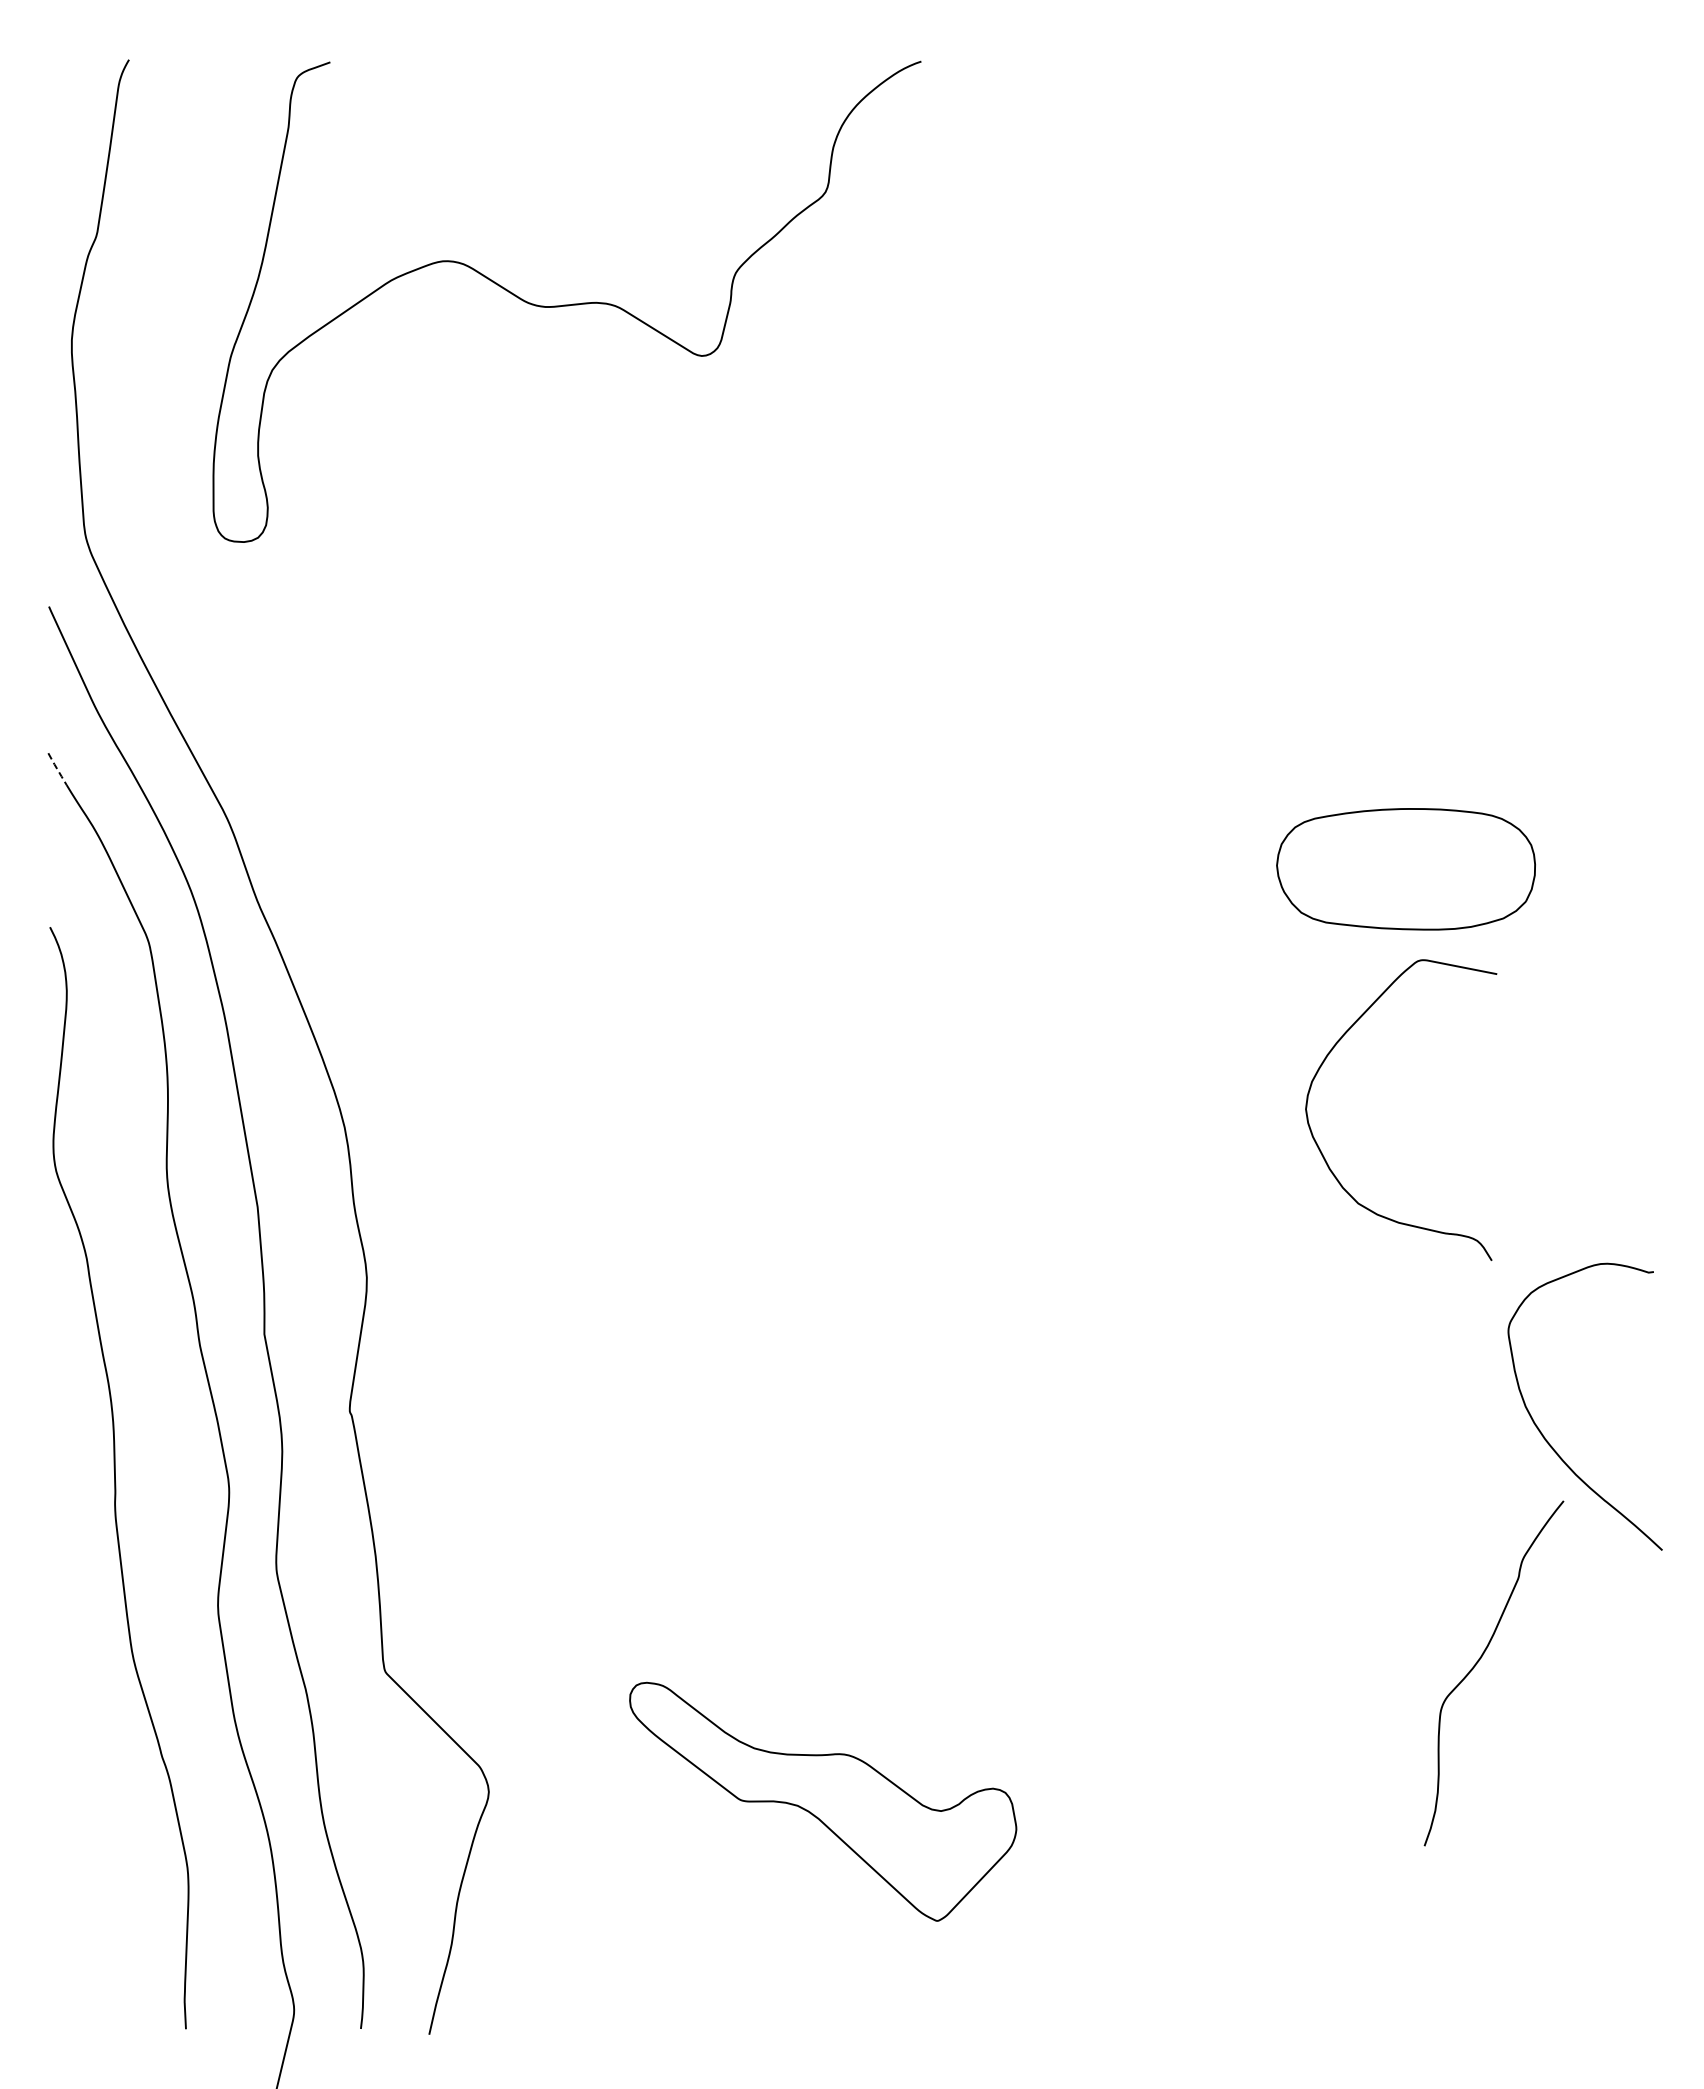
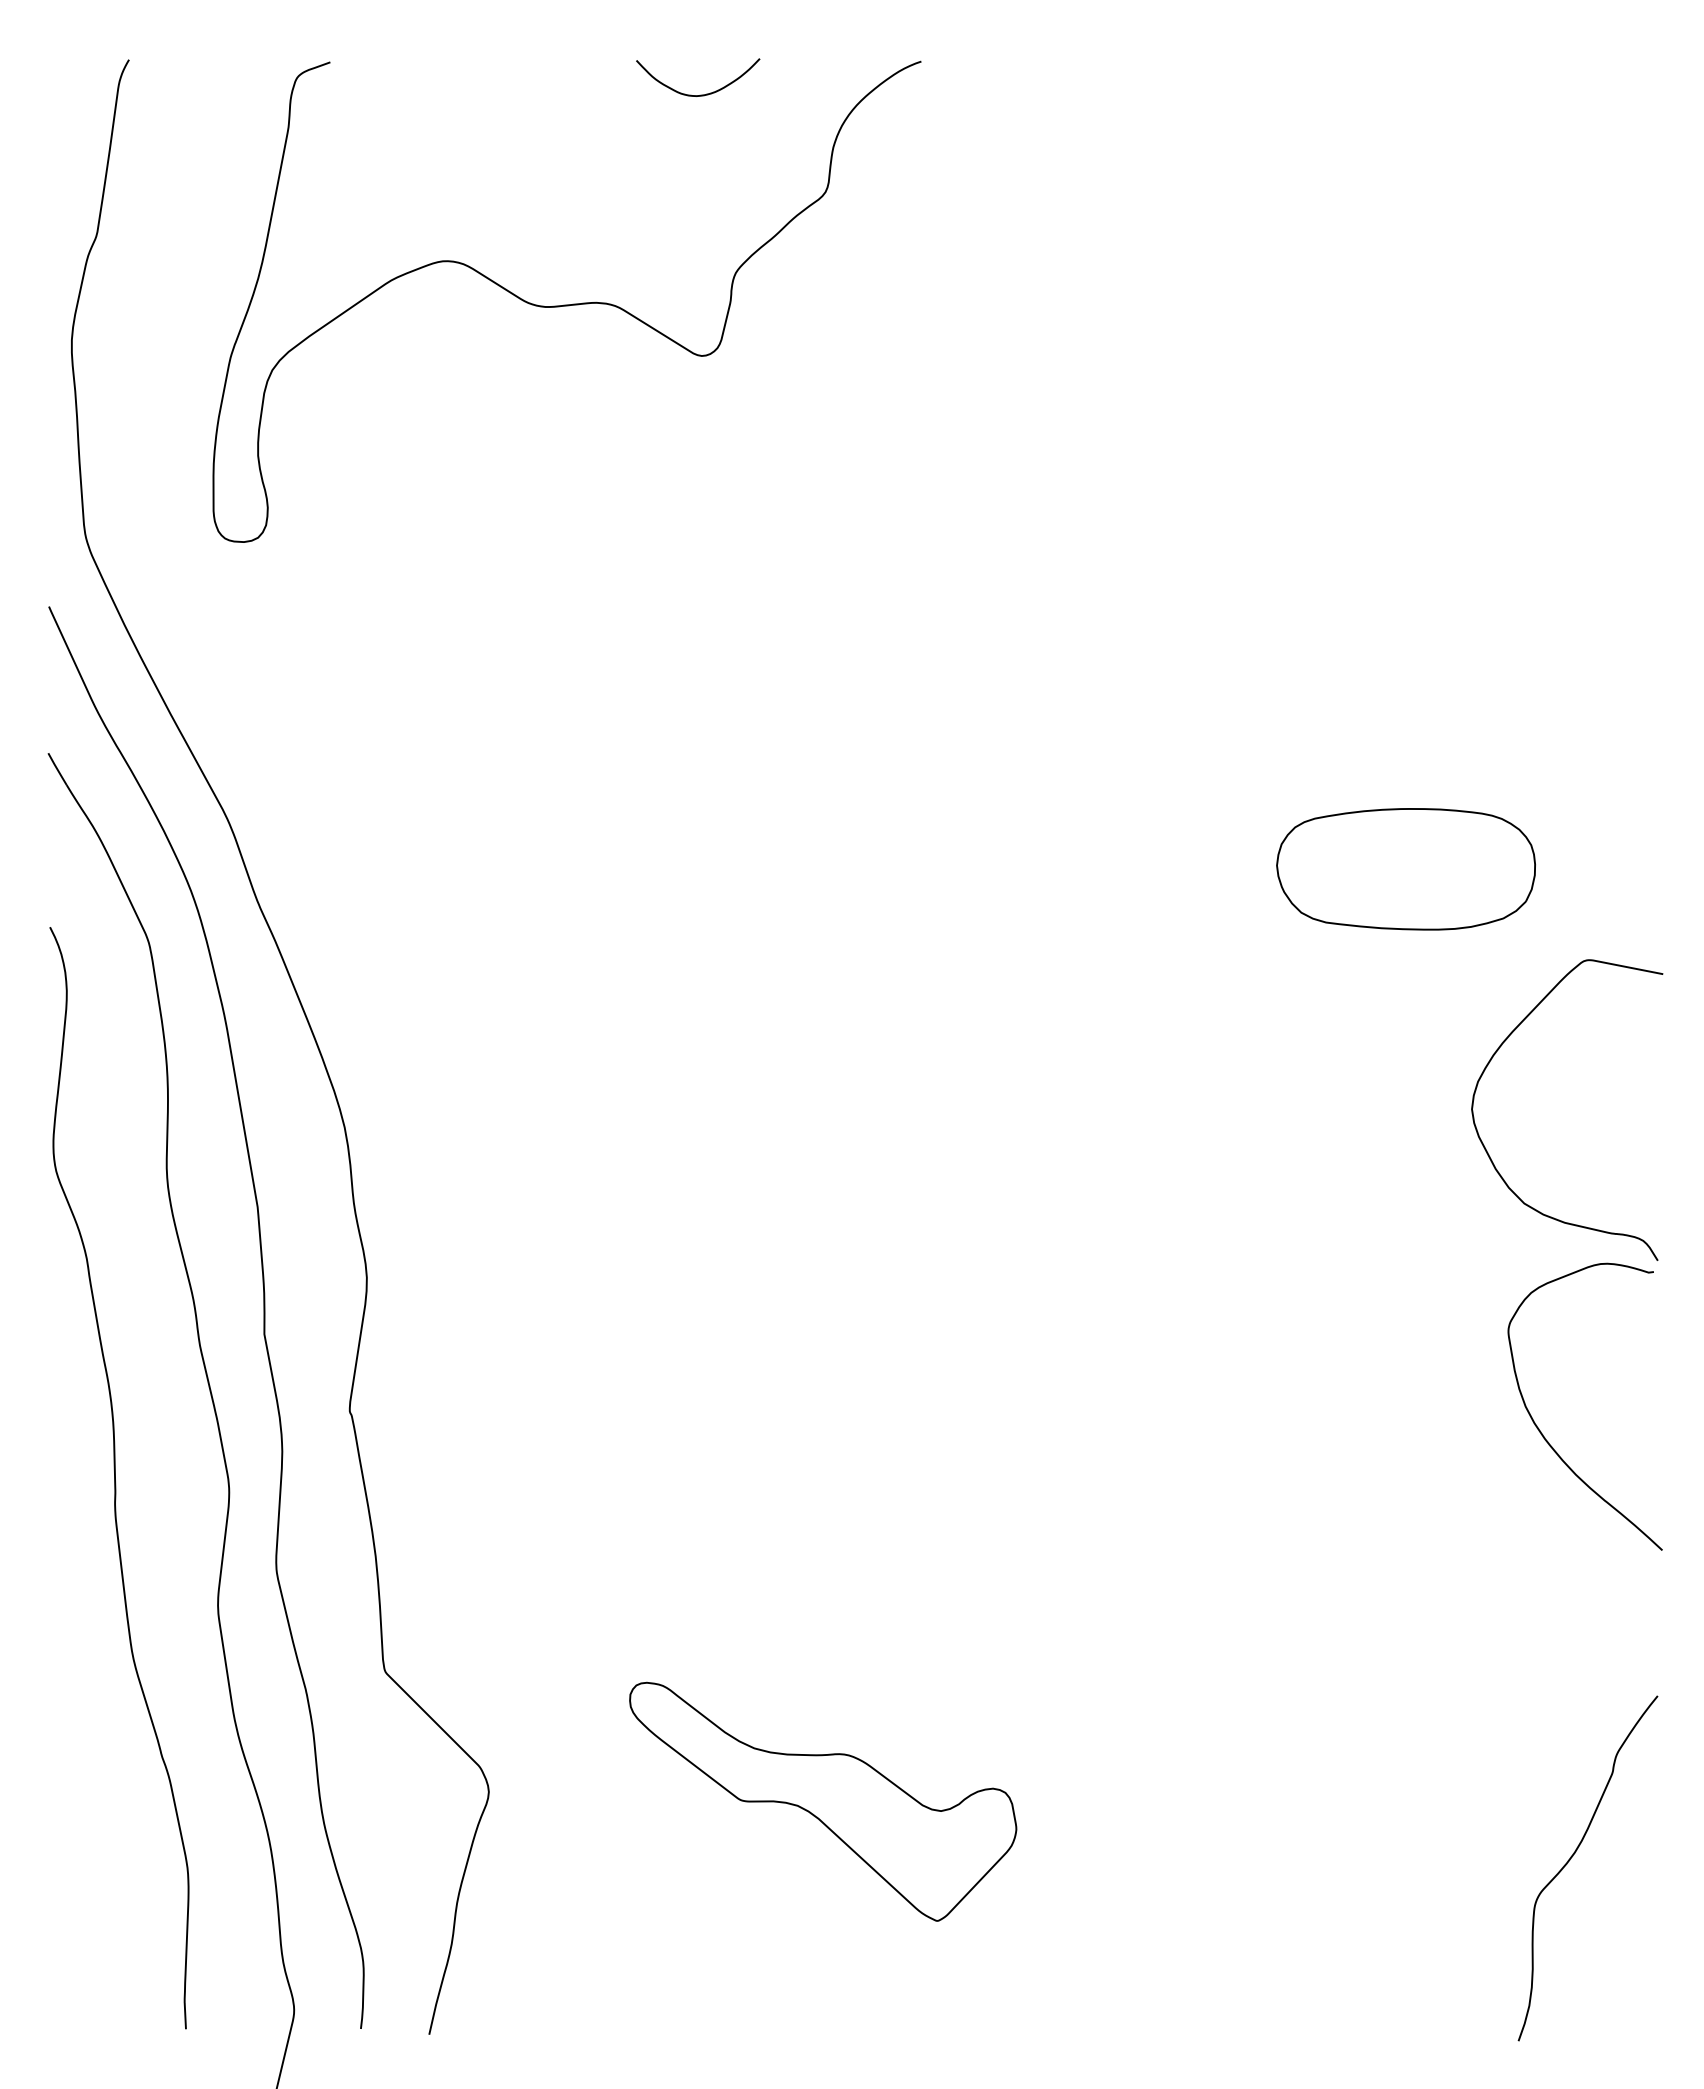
curve at (700, 94): none -> present
line at (57, 769): dashed -> solid
curve at (1321, 1150) position: (1321, 1150) -> (1487, 1150)
curve at (1479, 1661) position: (1479, 1661) -> (1573, 1856)
